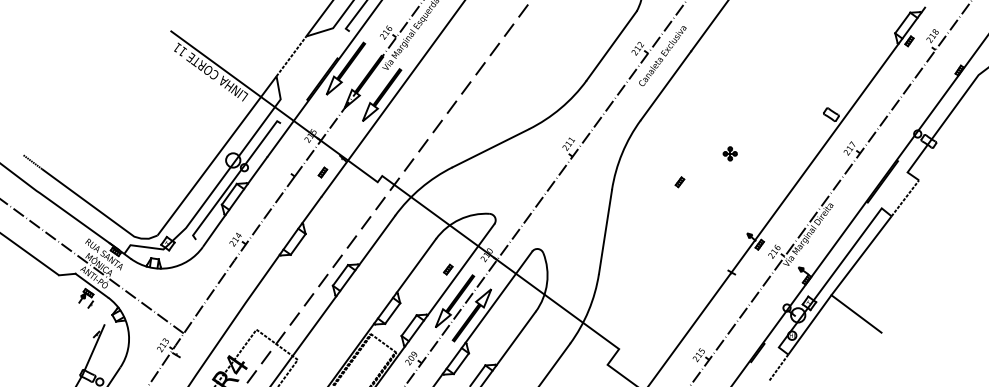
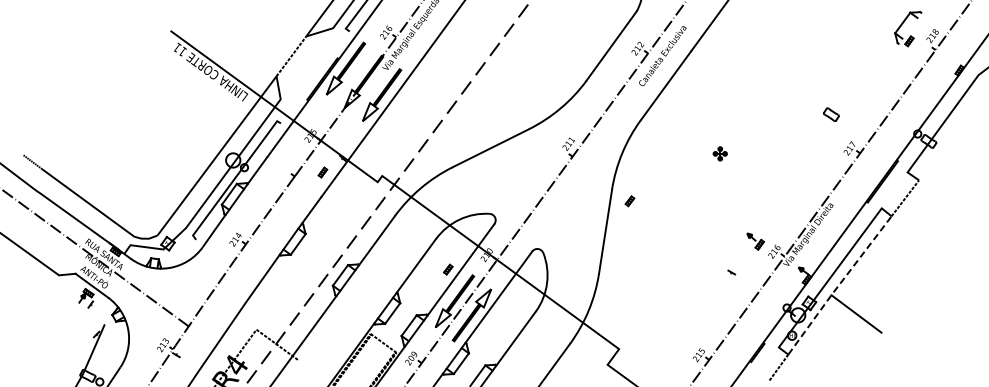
part at (729, 153) position: (729, 153) -> (719, 153)
part at (679, 182) position: (679, 182) -> (629, 201)
line at (787, 195): present -> none
line at (92, 266) position: (92, 266) -> (95, 257)
line at (839, 284): solid -> dashed
line at (288, 371): present -> none
